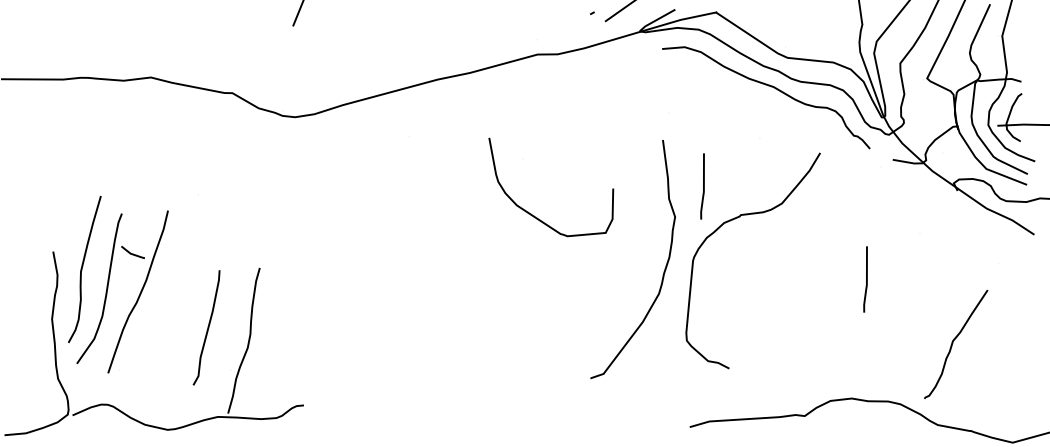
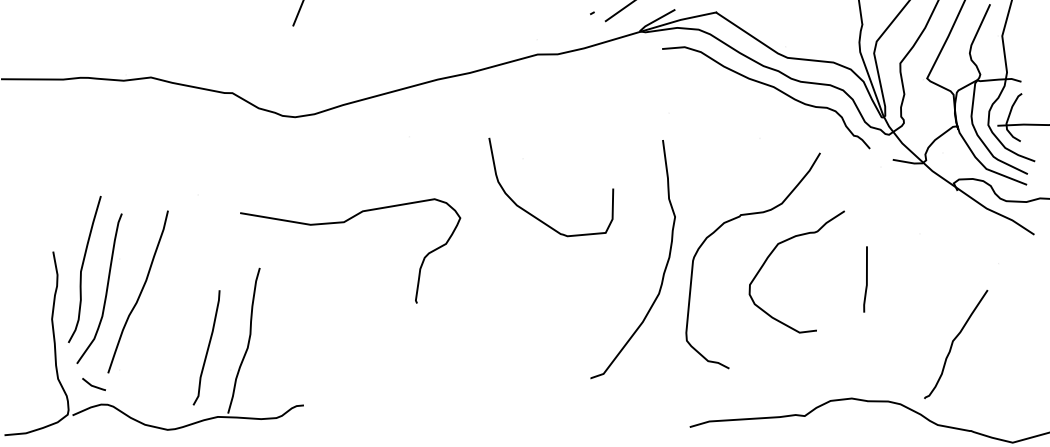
line at (703, 186): present -> none
curve at (343, 223): none -> present
line at (132, 253) position: (132, 253) -> (93, 385)
curve at (772, 253): none -> present
curve at (207, 327) position: (207, 327) -> (207, 347)
